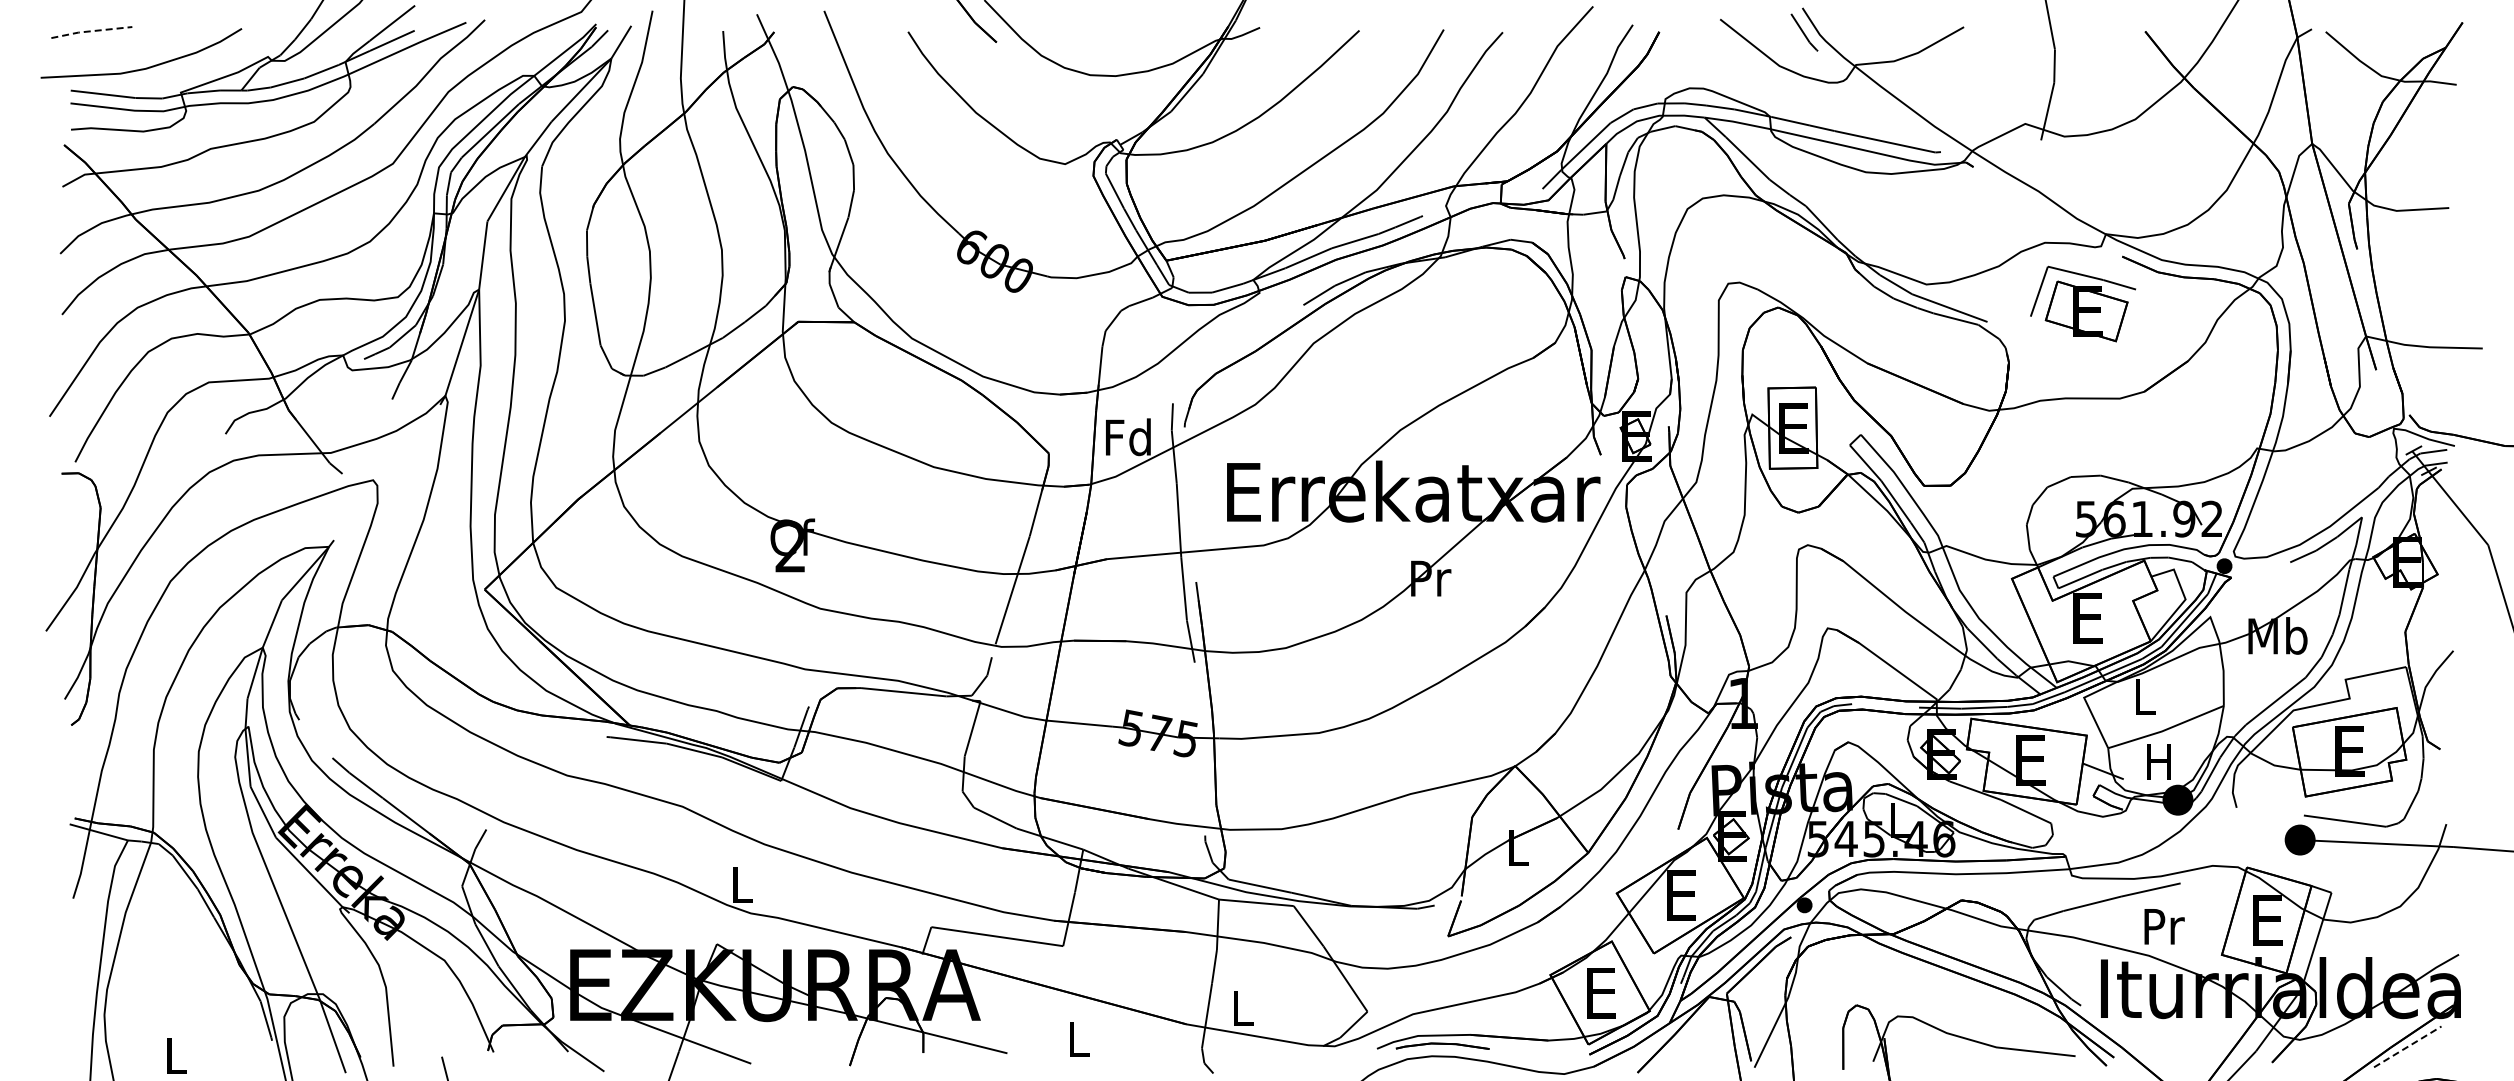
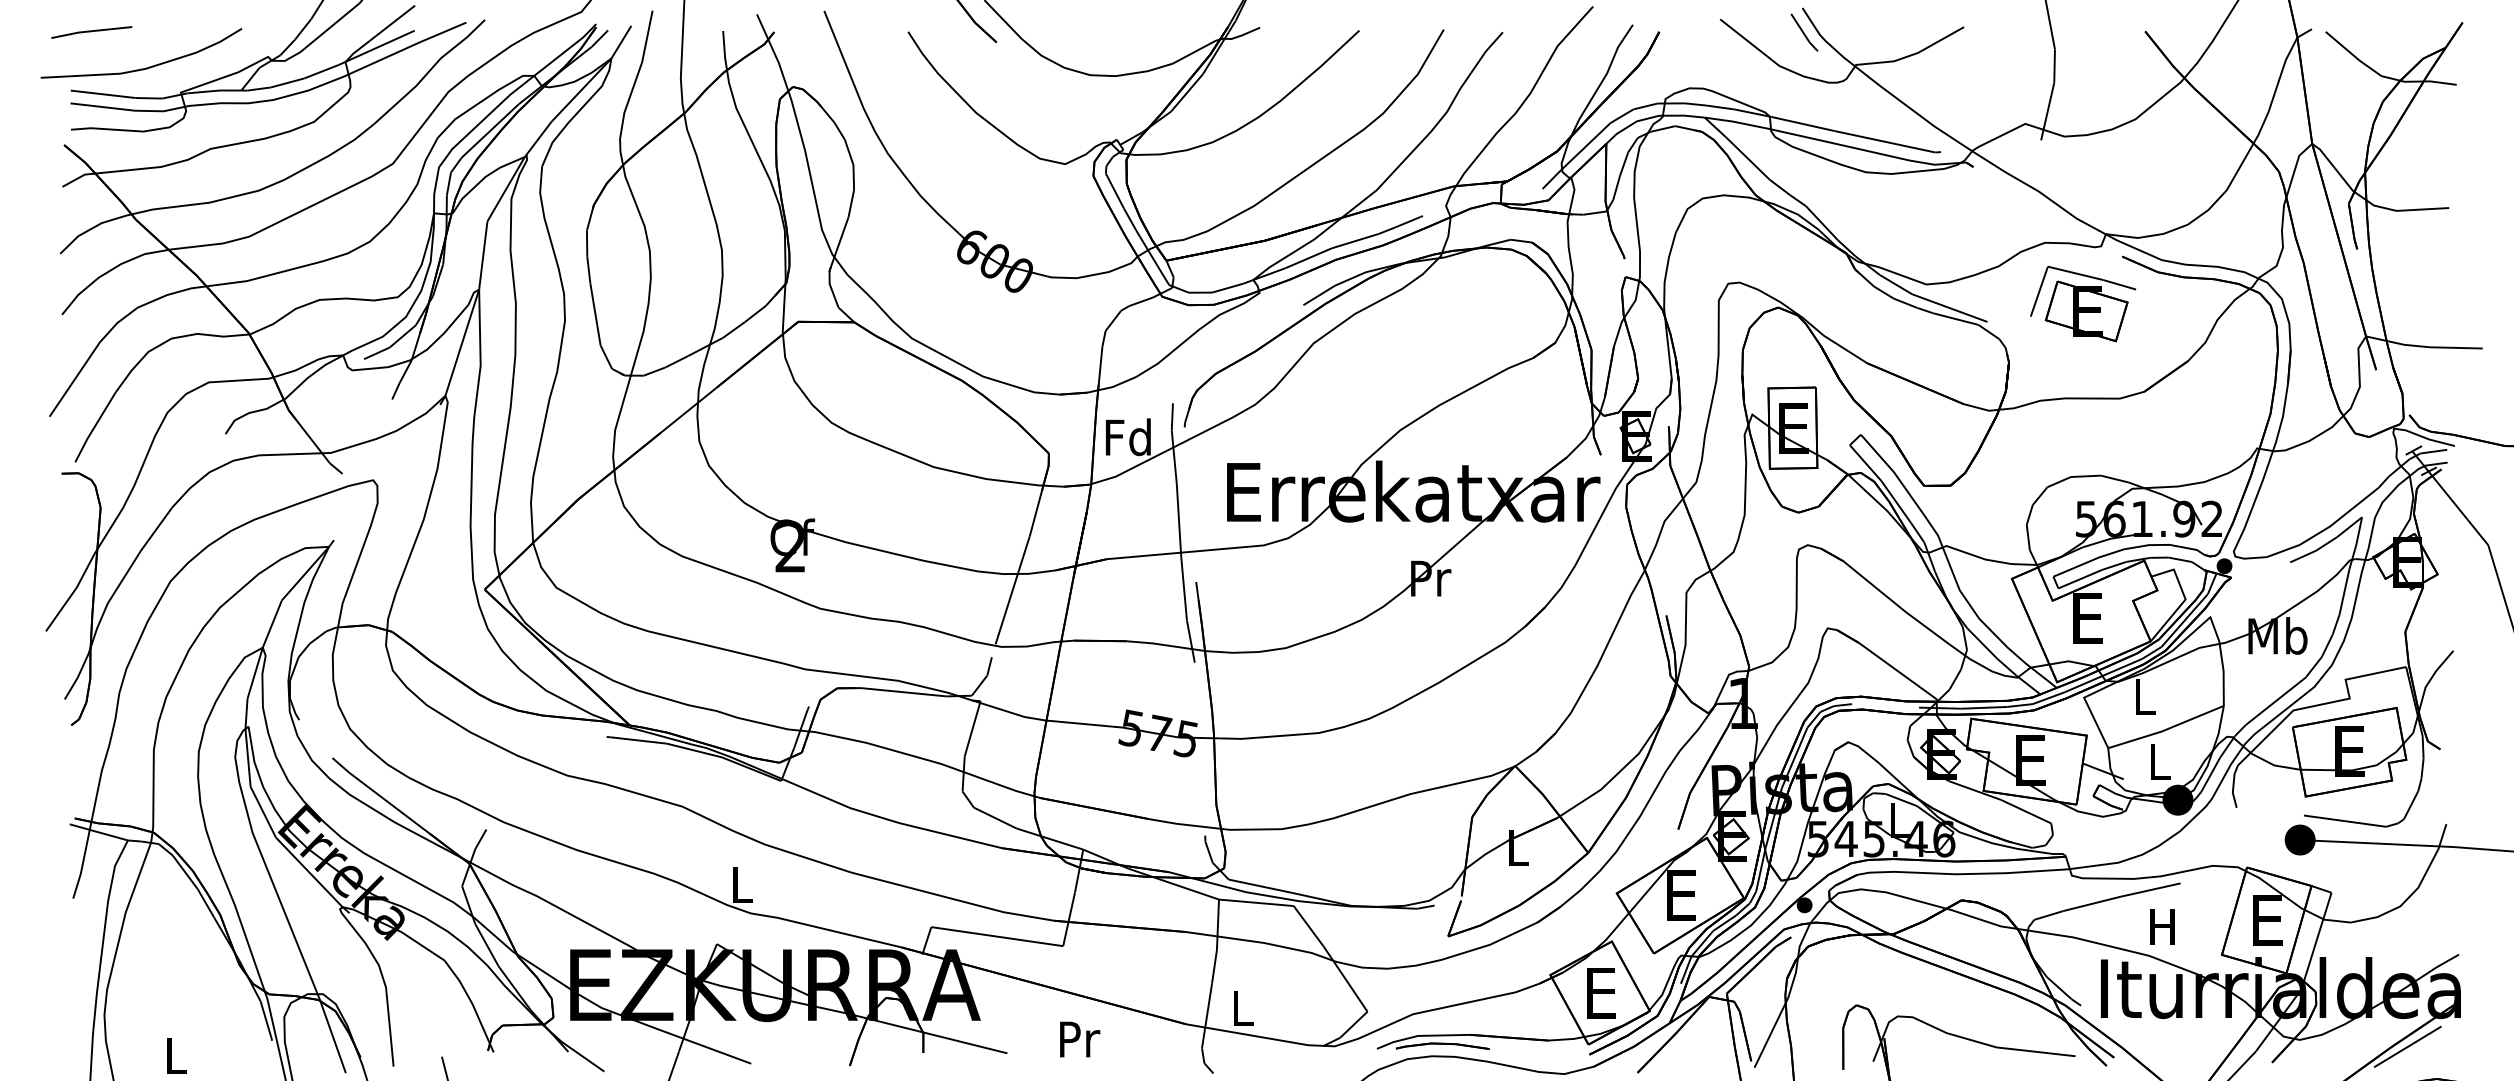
line at (91, 31): dashed -> solid
text at (2158, 761): H -> L
text at (2164, 926): Pr -> H
text at (1080, 1039): L -> Pr
line at (2408, 1046): dashed -> solid
